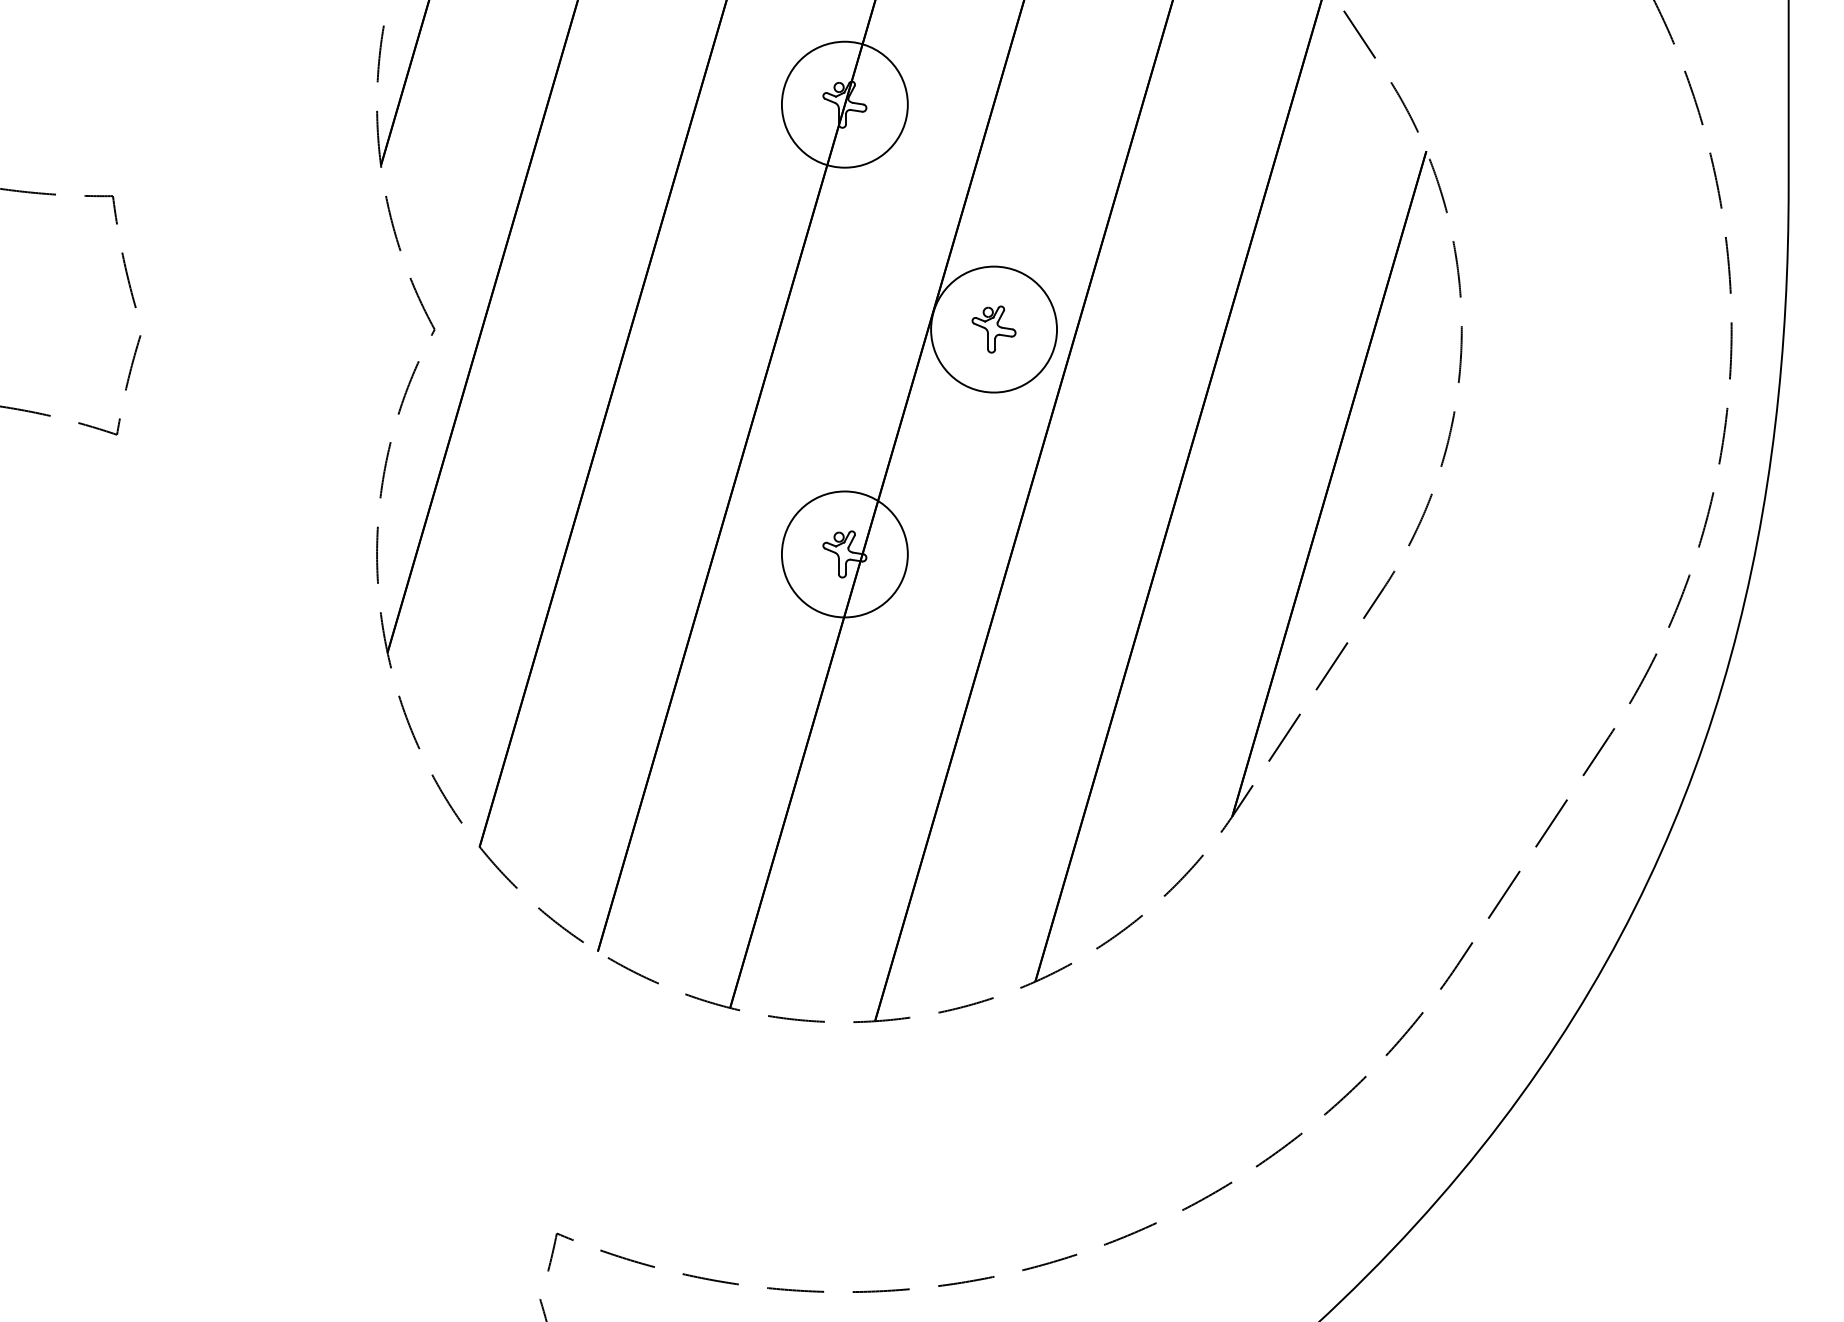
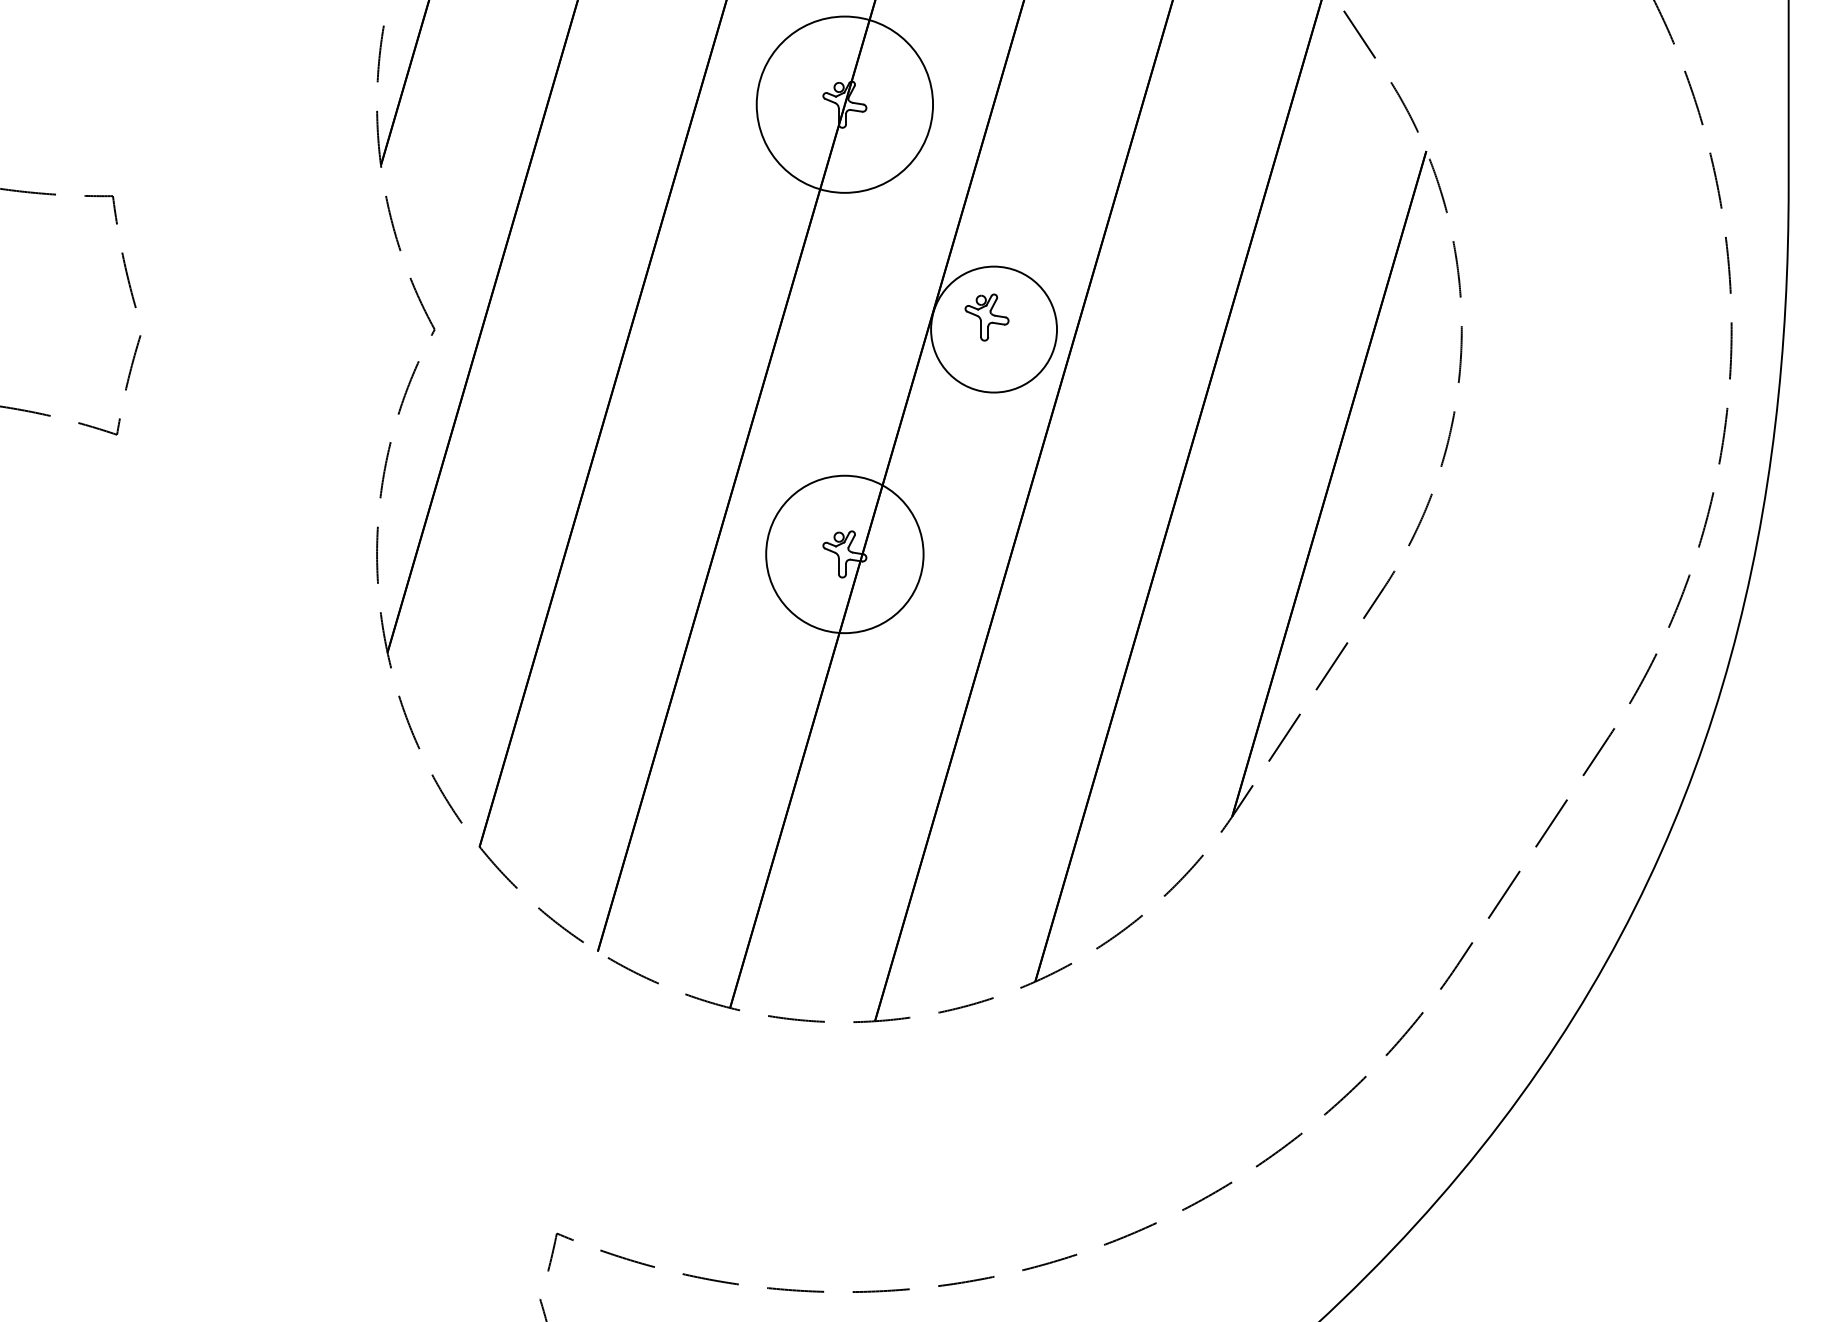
circle at (844, 104) diameter: 126 px -> 176 px
part at (993, 329) position: (993, 329) -> (986, 317)
circle at (844, 554) diameter: 126 px -> 157 px
